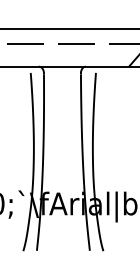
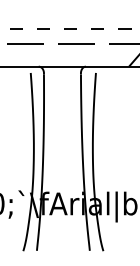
line at (69, 29): solid -> dashed
